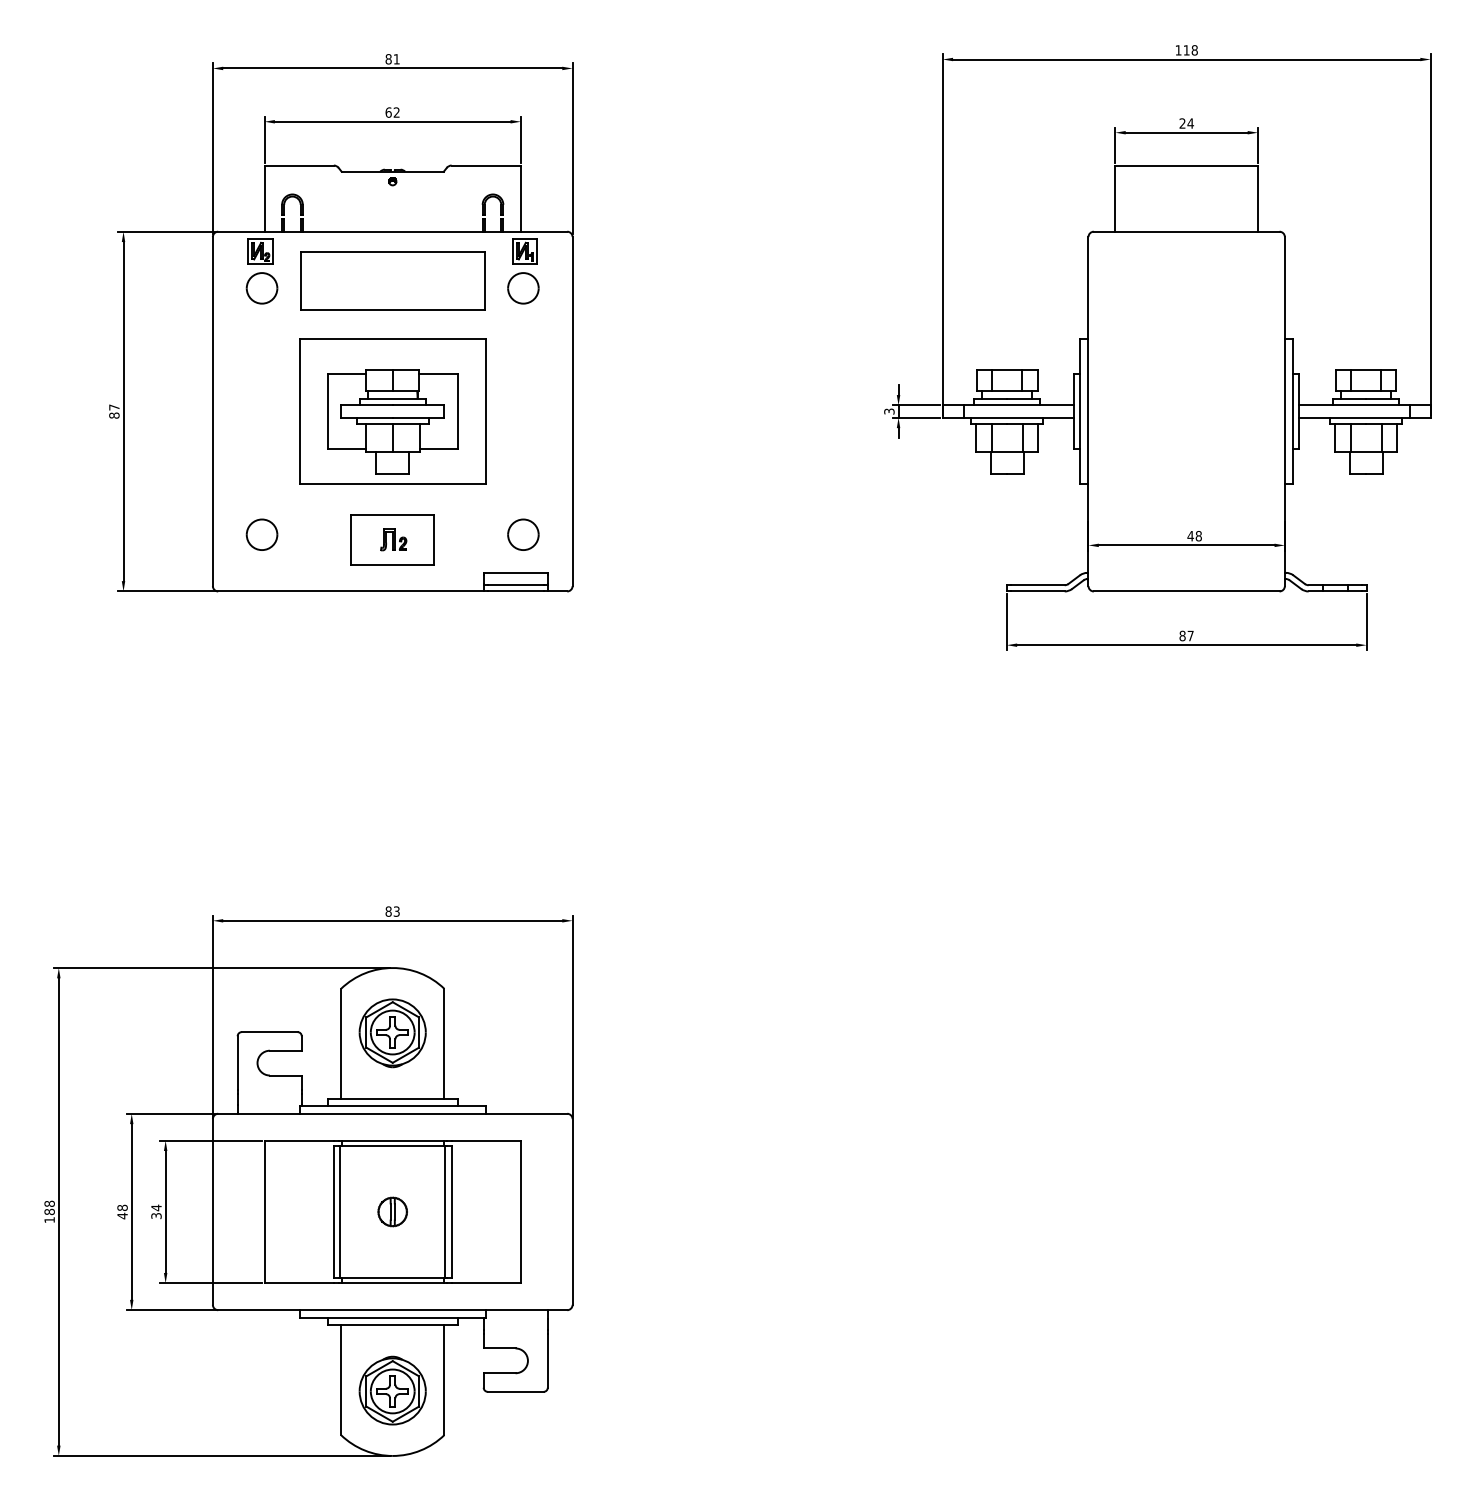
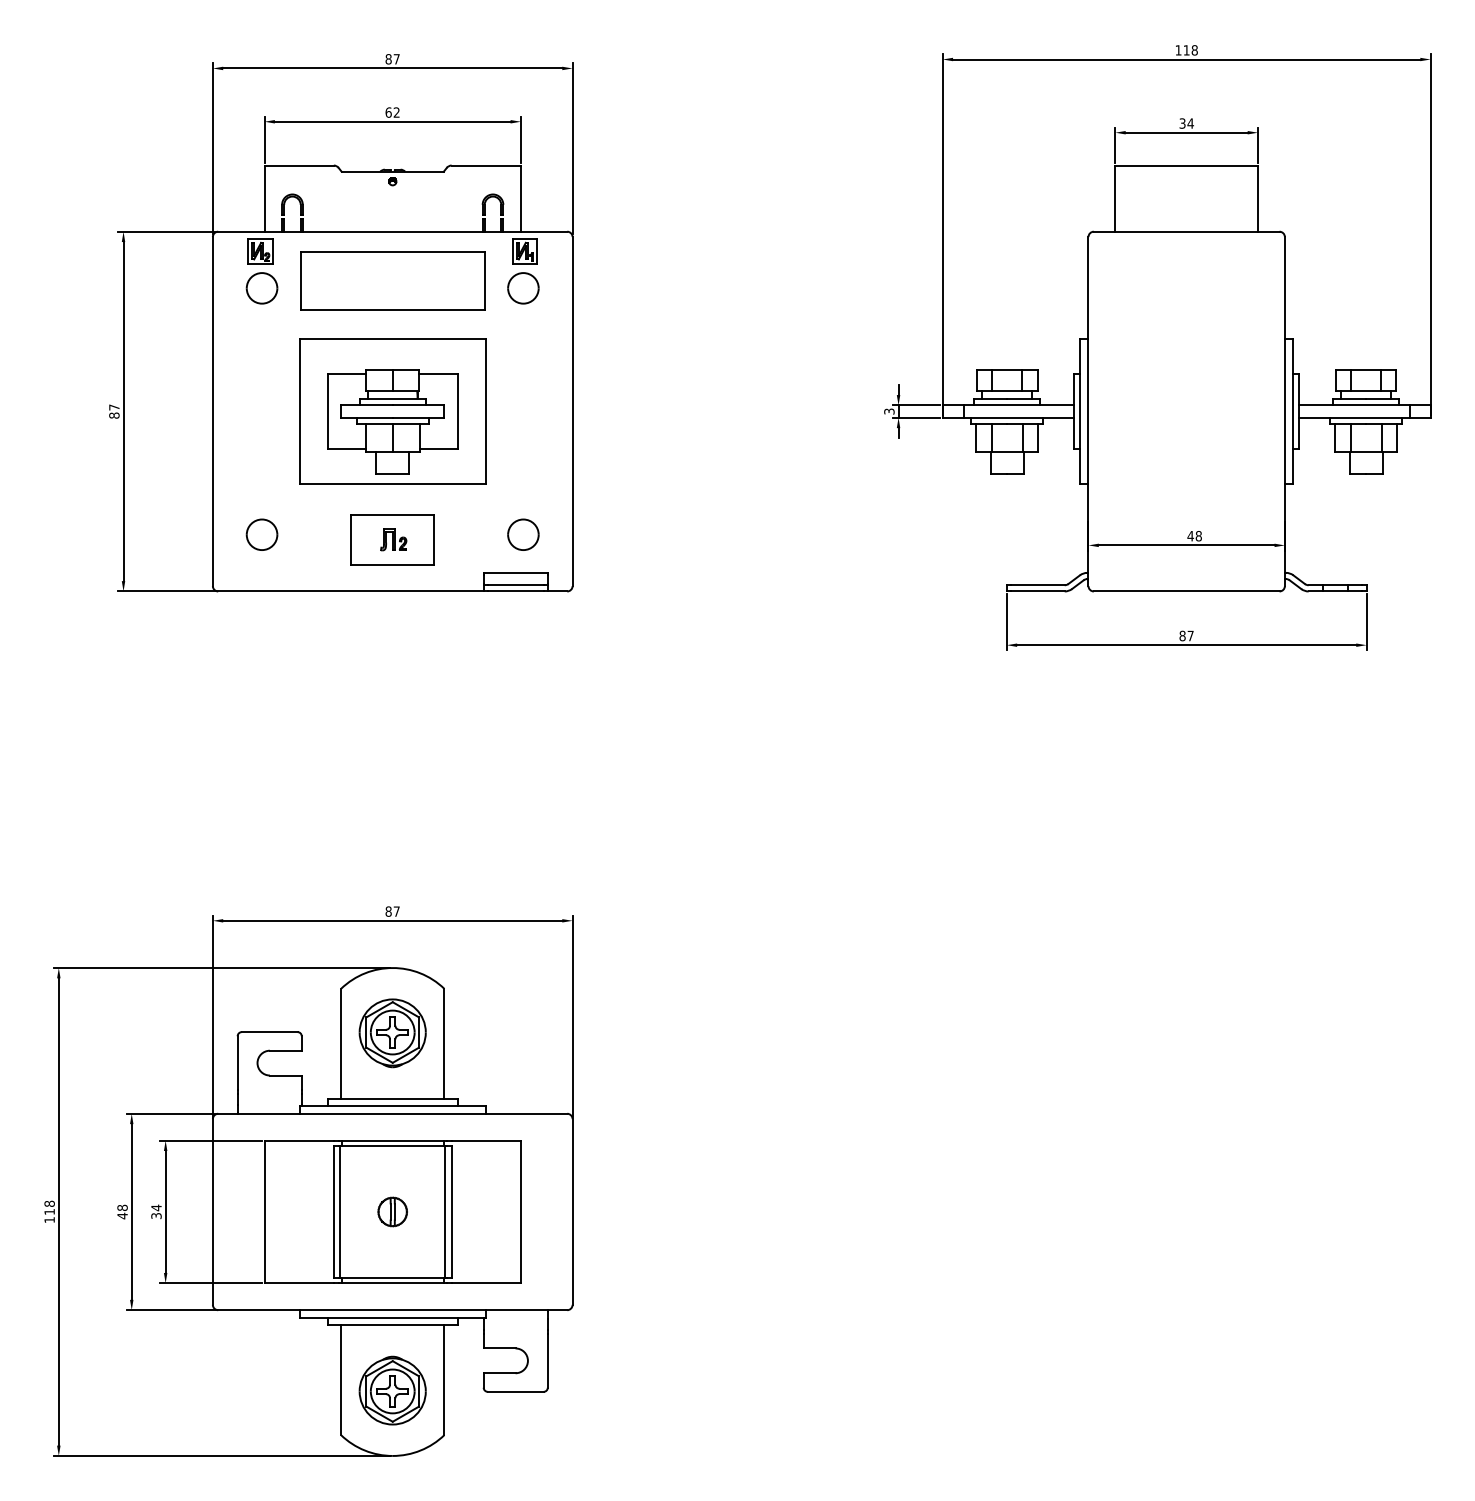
text at (396, 59): 81 -> 87
text at (1182, 123): 24 -> 34
text at (396, 911): 83 -> 87
text at (49, 1211): 188 -> 118
